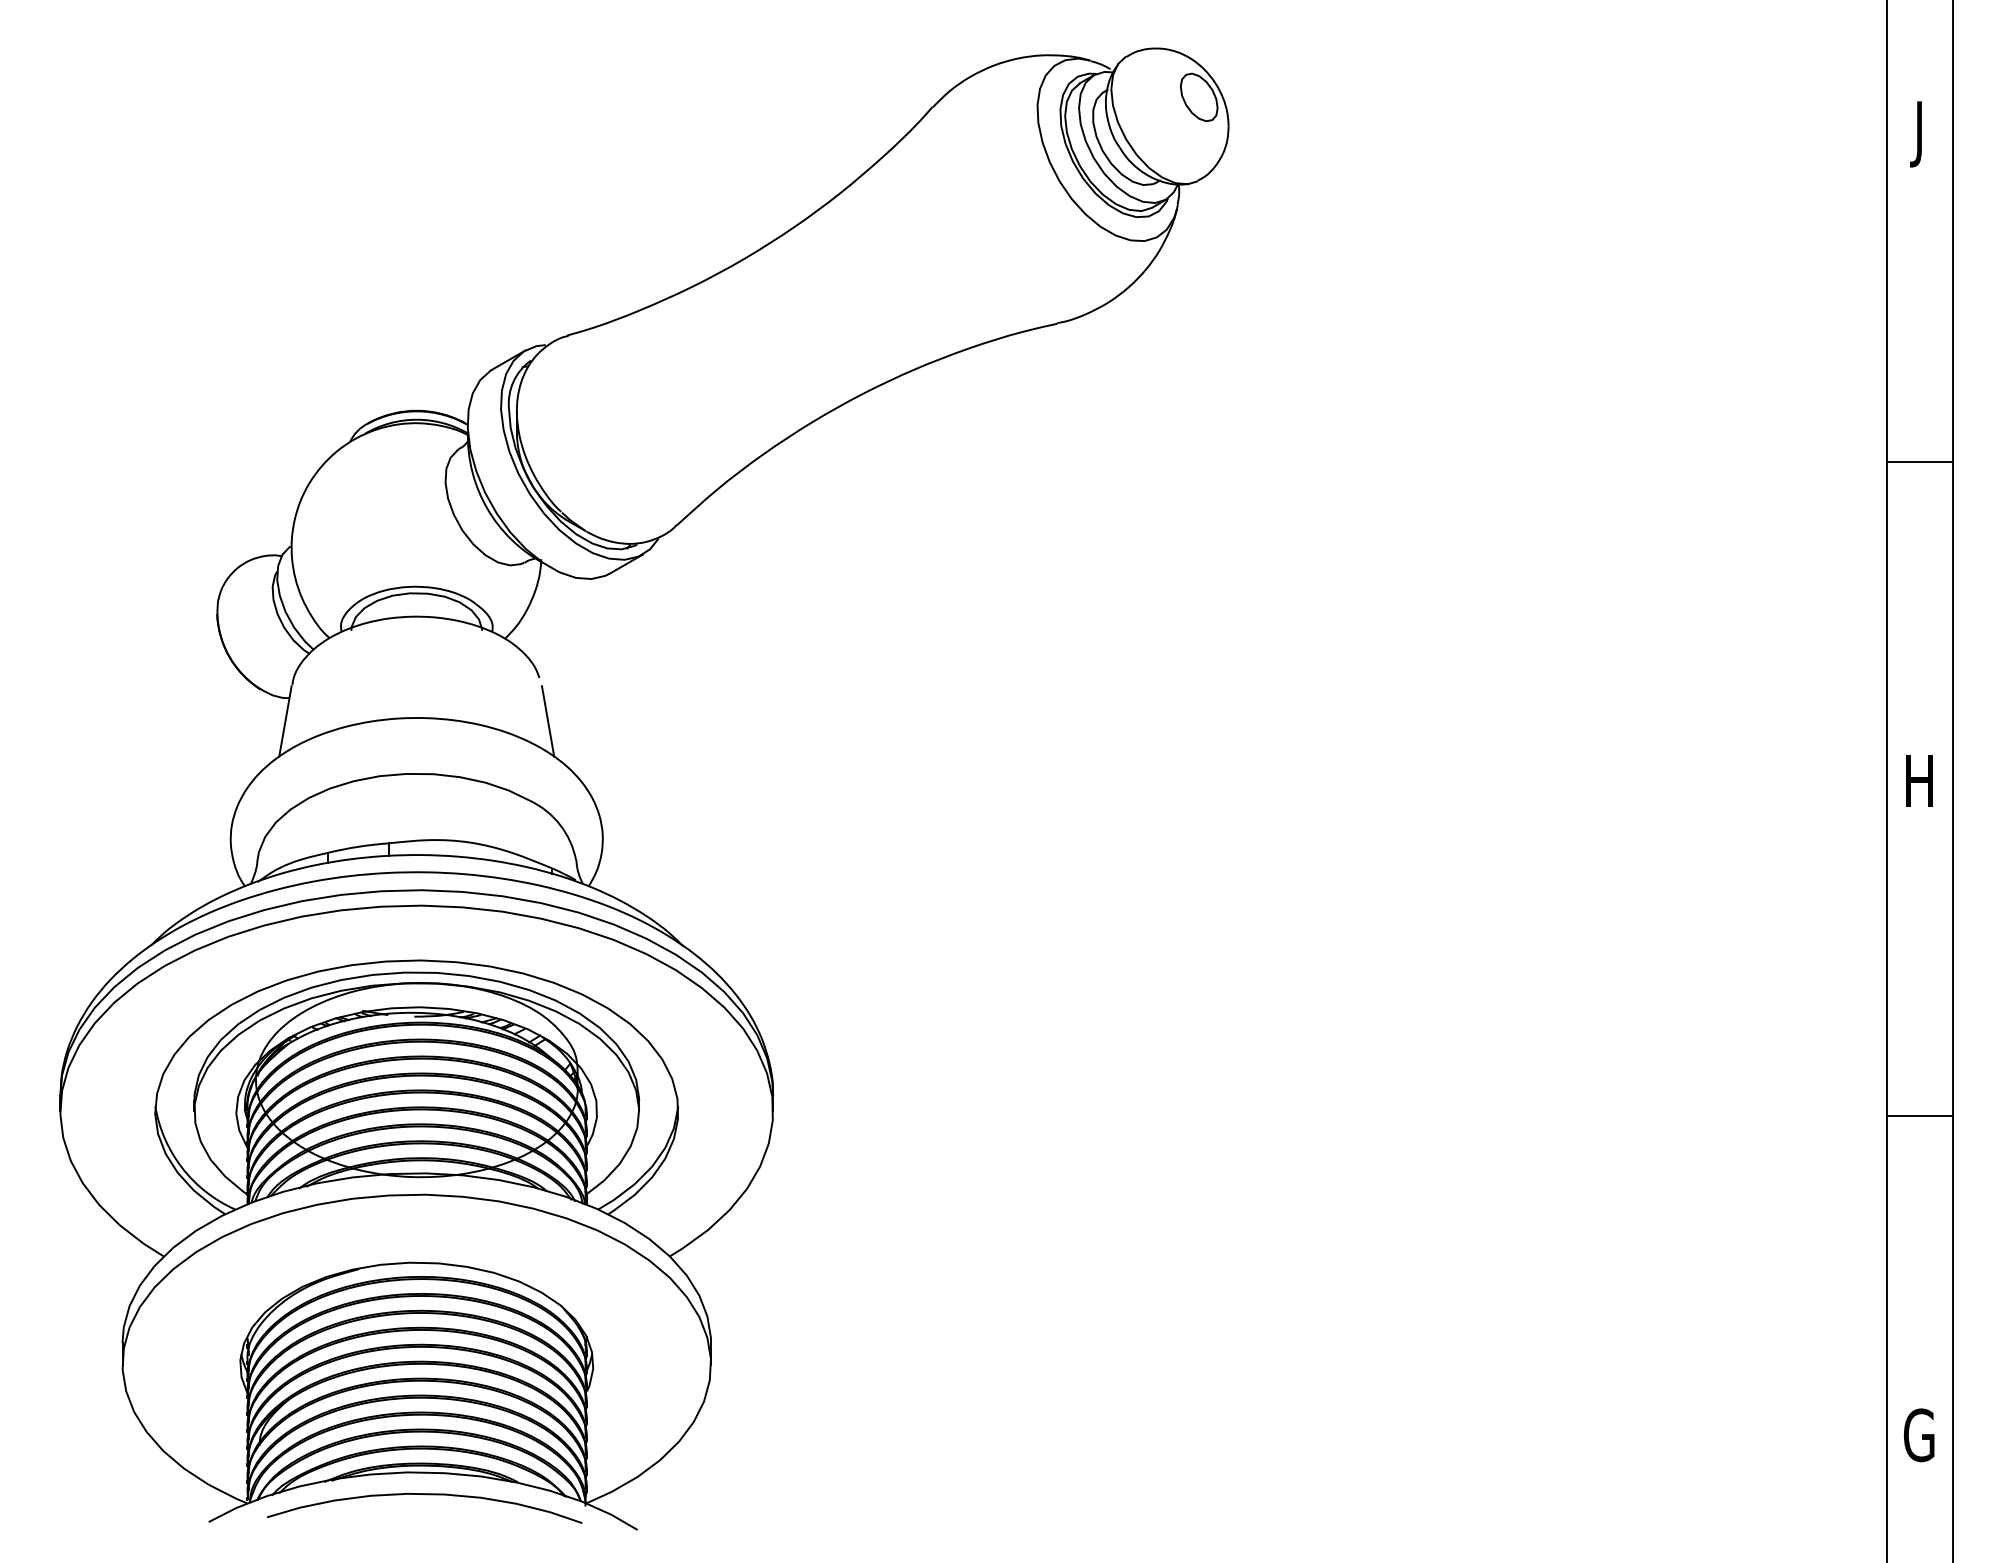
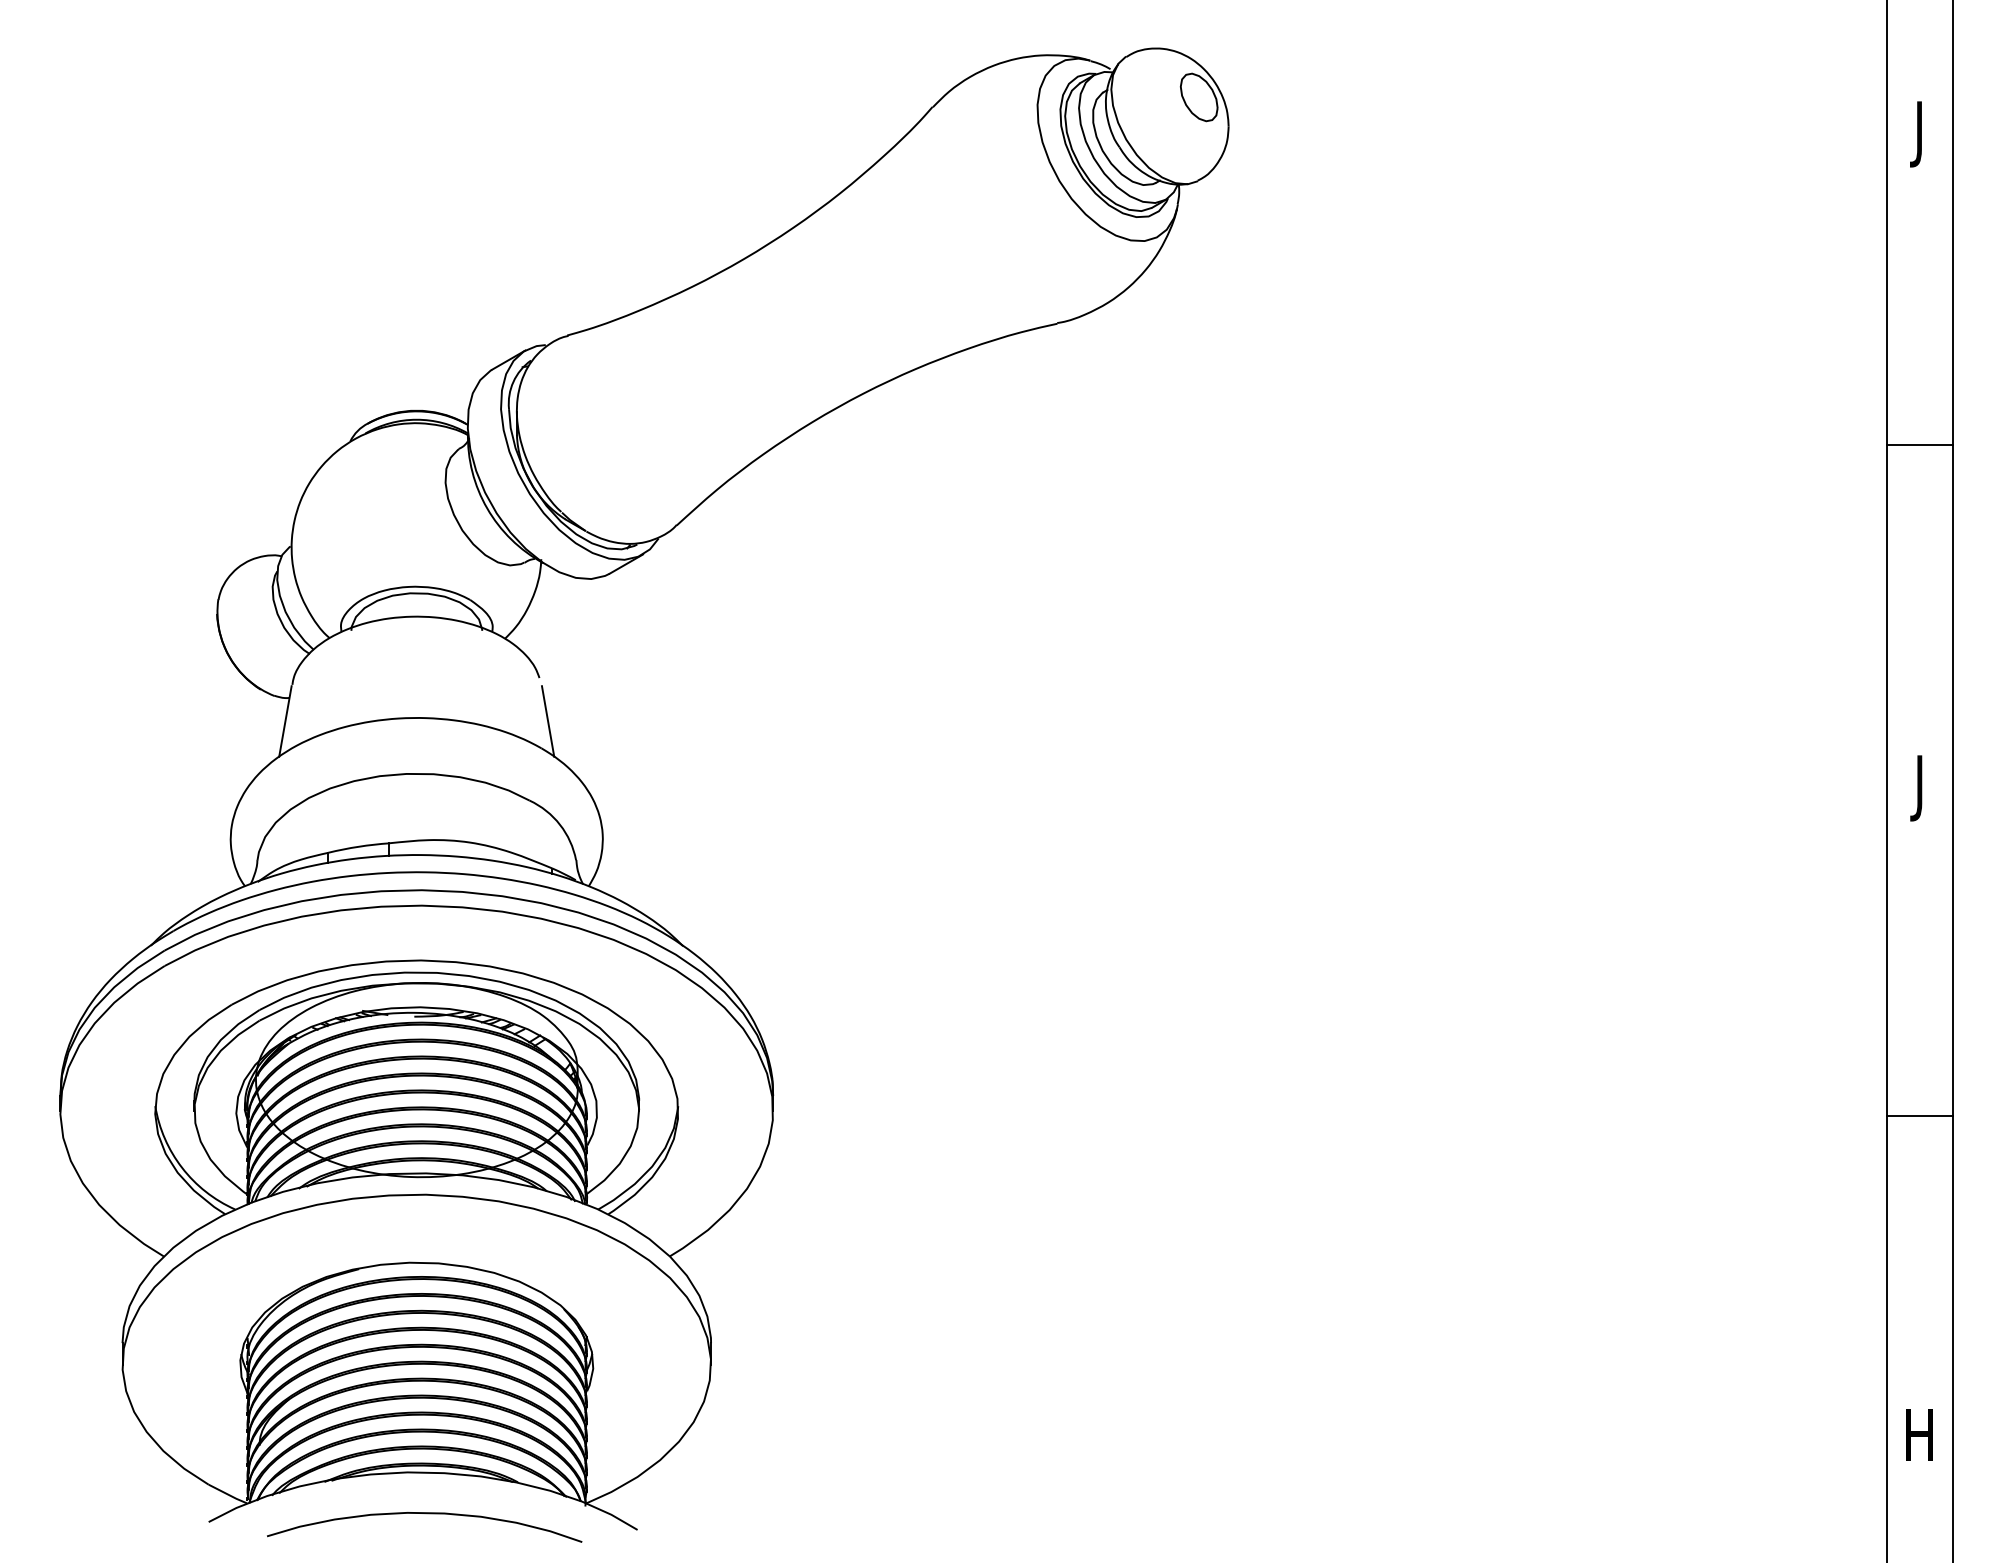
line at (1919, 461) position: (1919, 461) -> (1919, 444)
text at (1919, 788): H -> J
text at (1918, 1435): G -> H
curve at (425, 1495) position: (425, 1495) -> (425, 1514)
